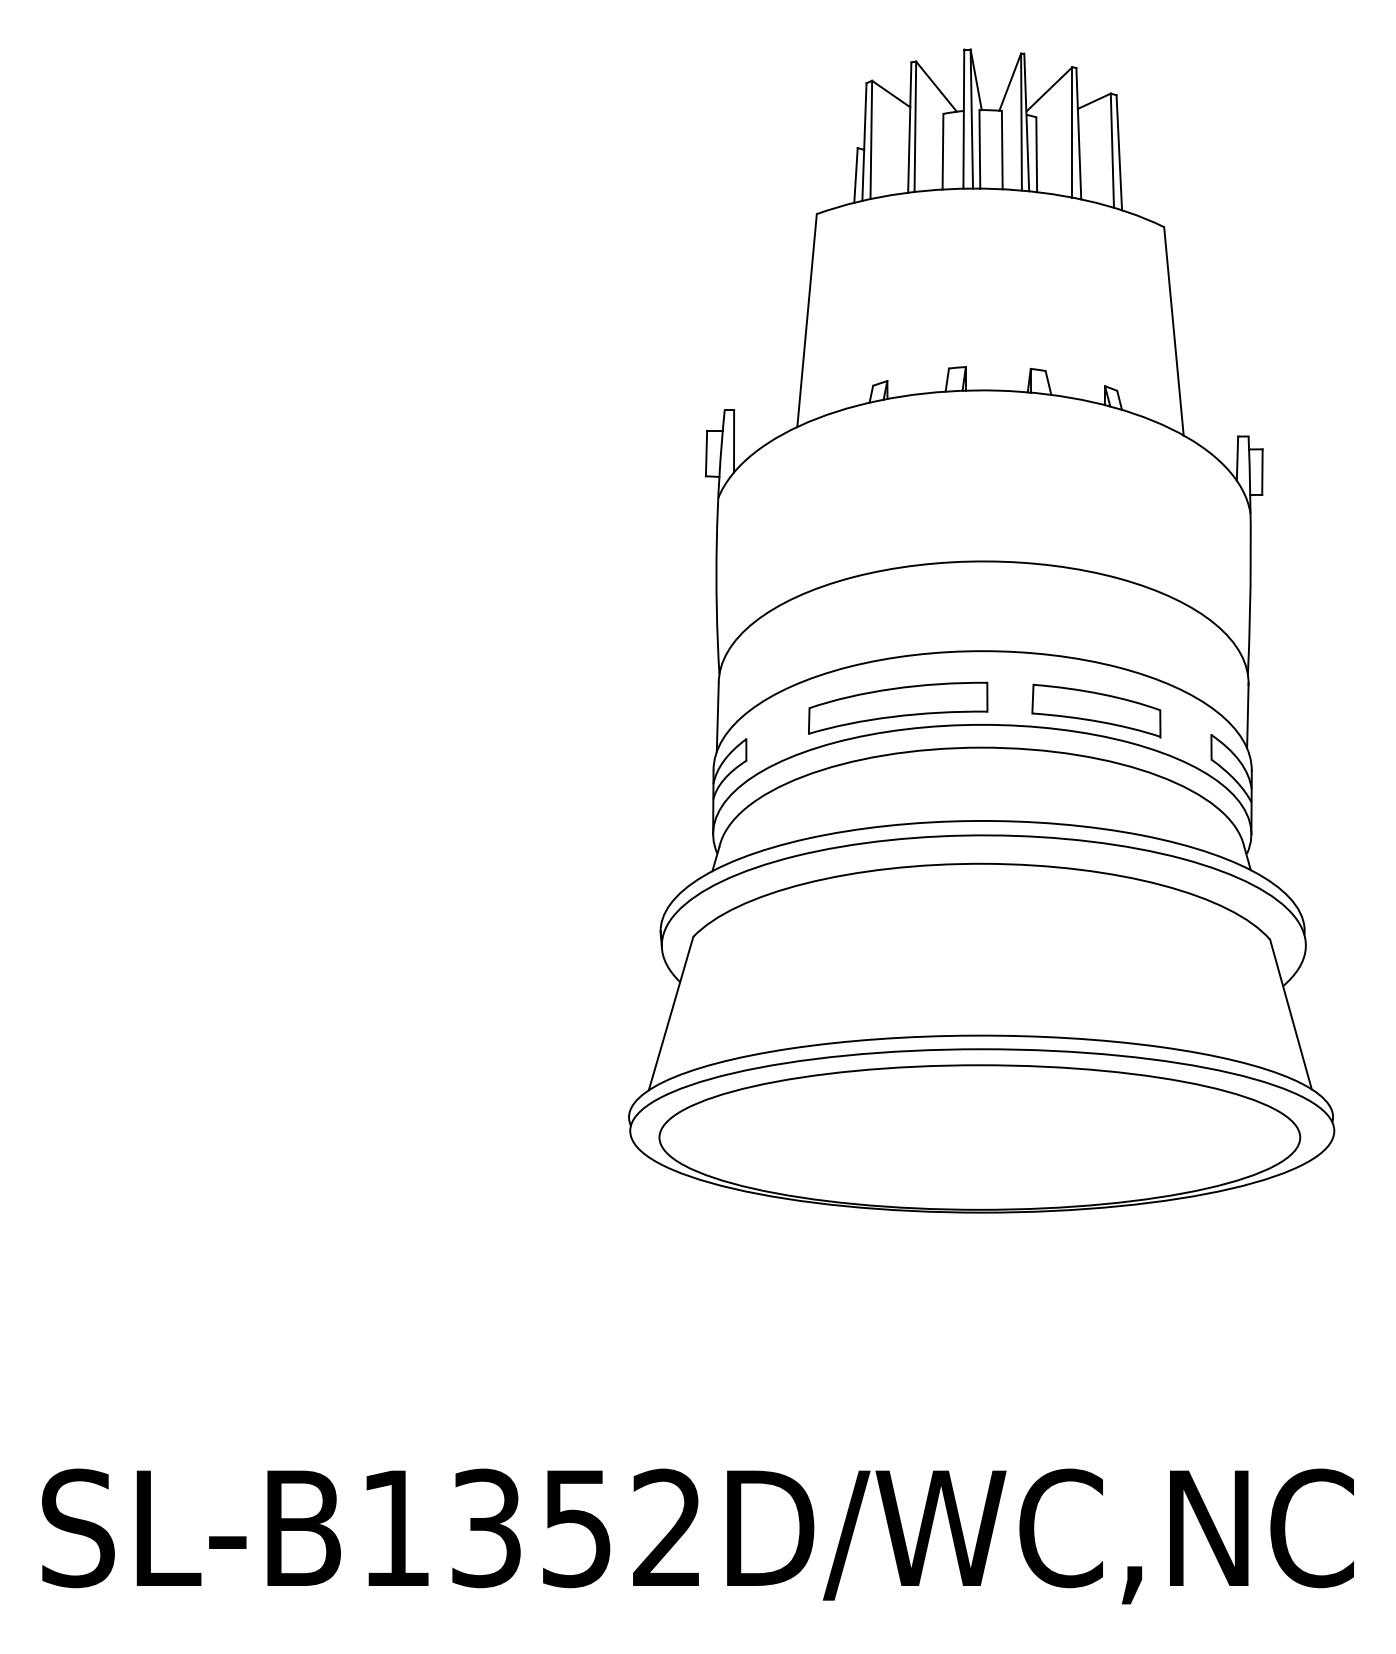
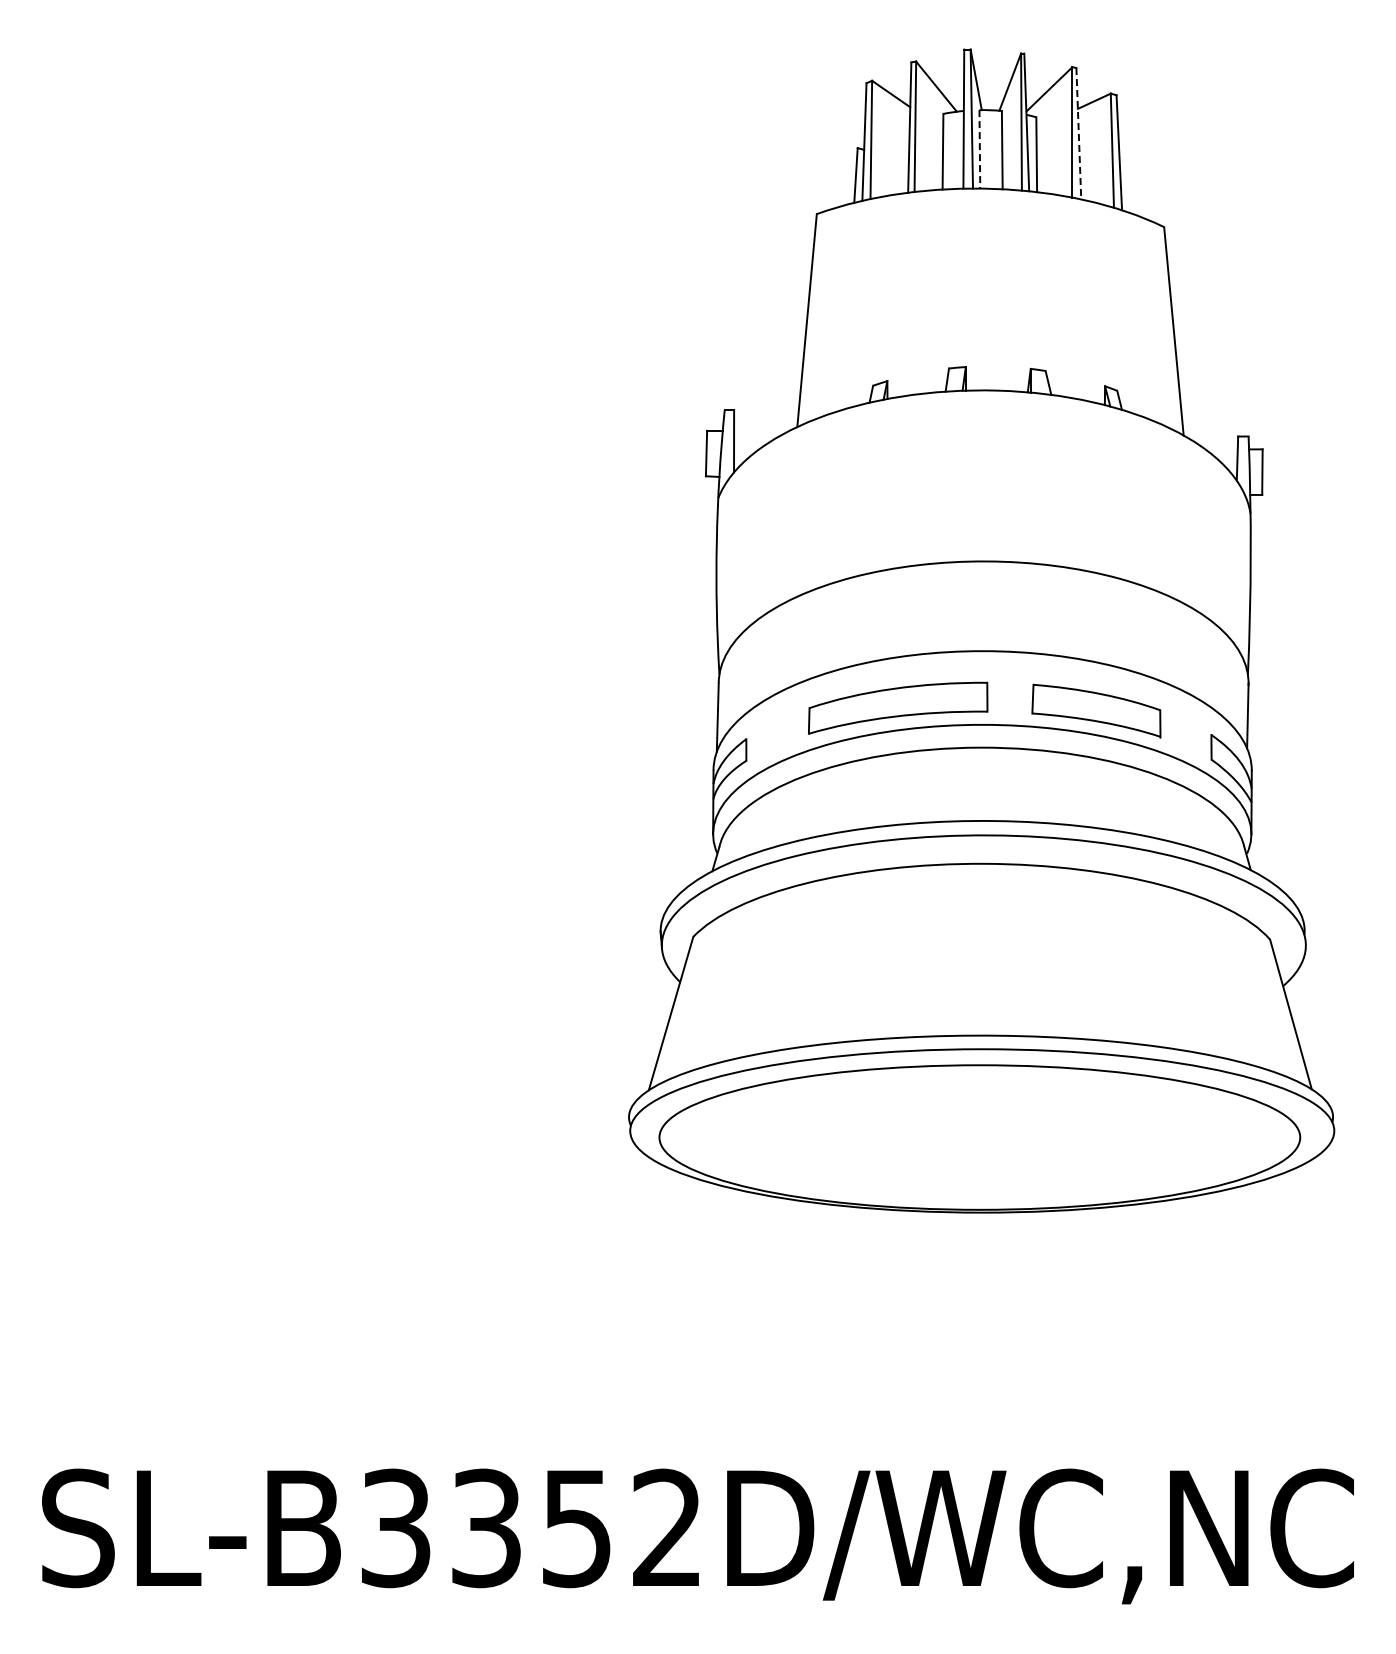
line at (1078, 133): solid -> dashed
line at (979, 150): solid -> dashed
text at (396, 1528): SL-B1352D/WC,NC -> SL-B3352D/WC,NC
